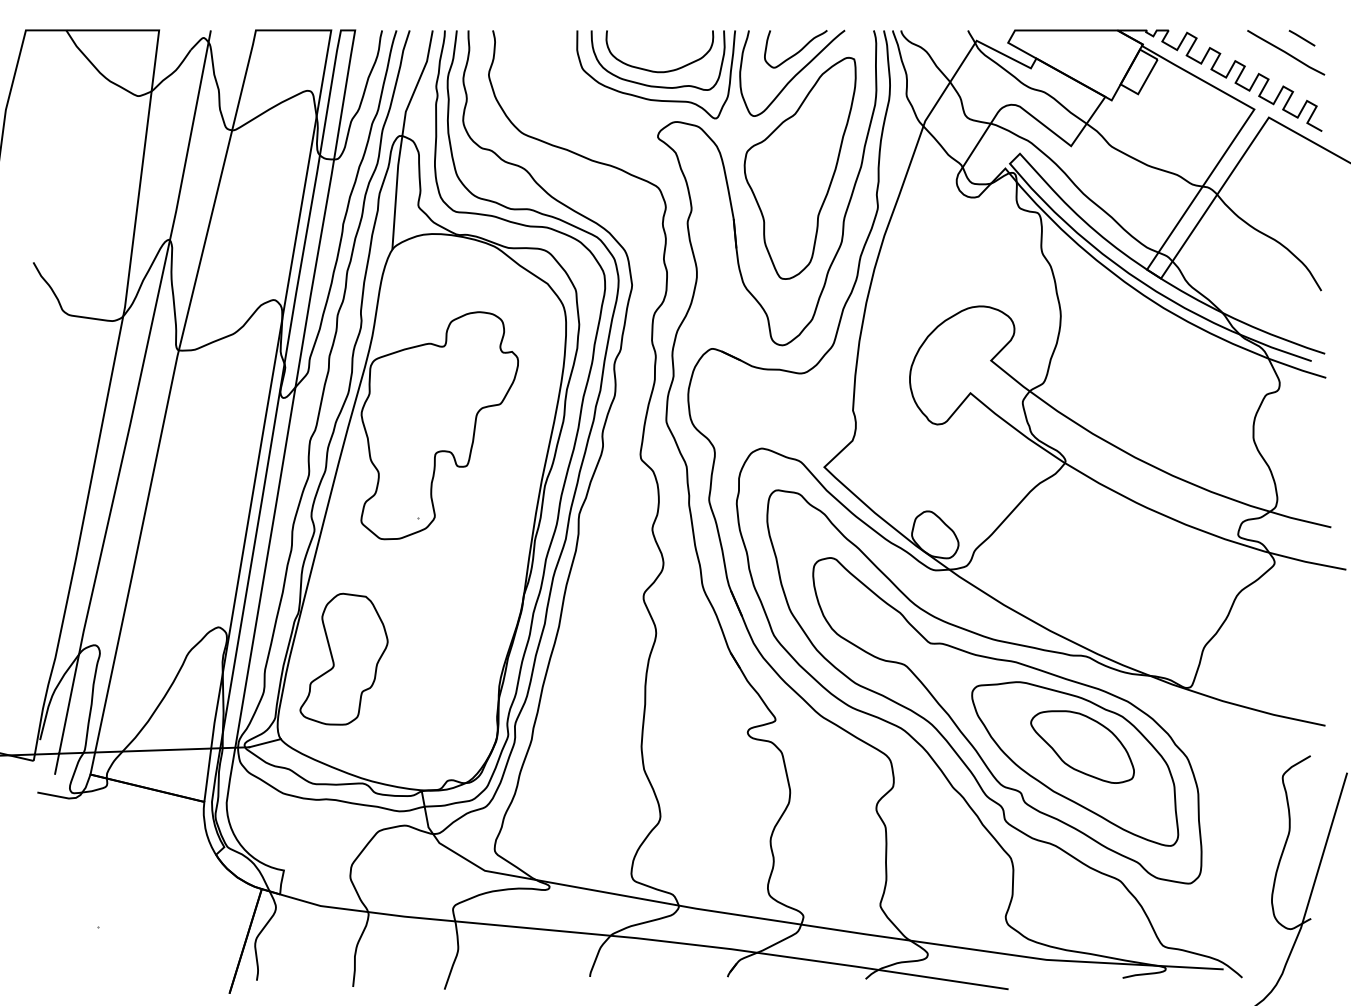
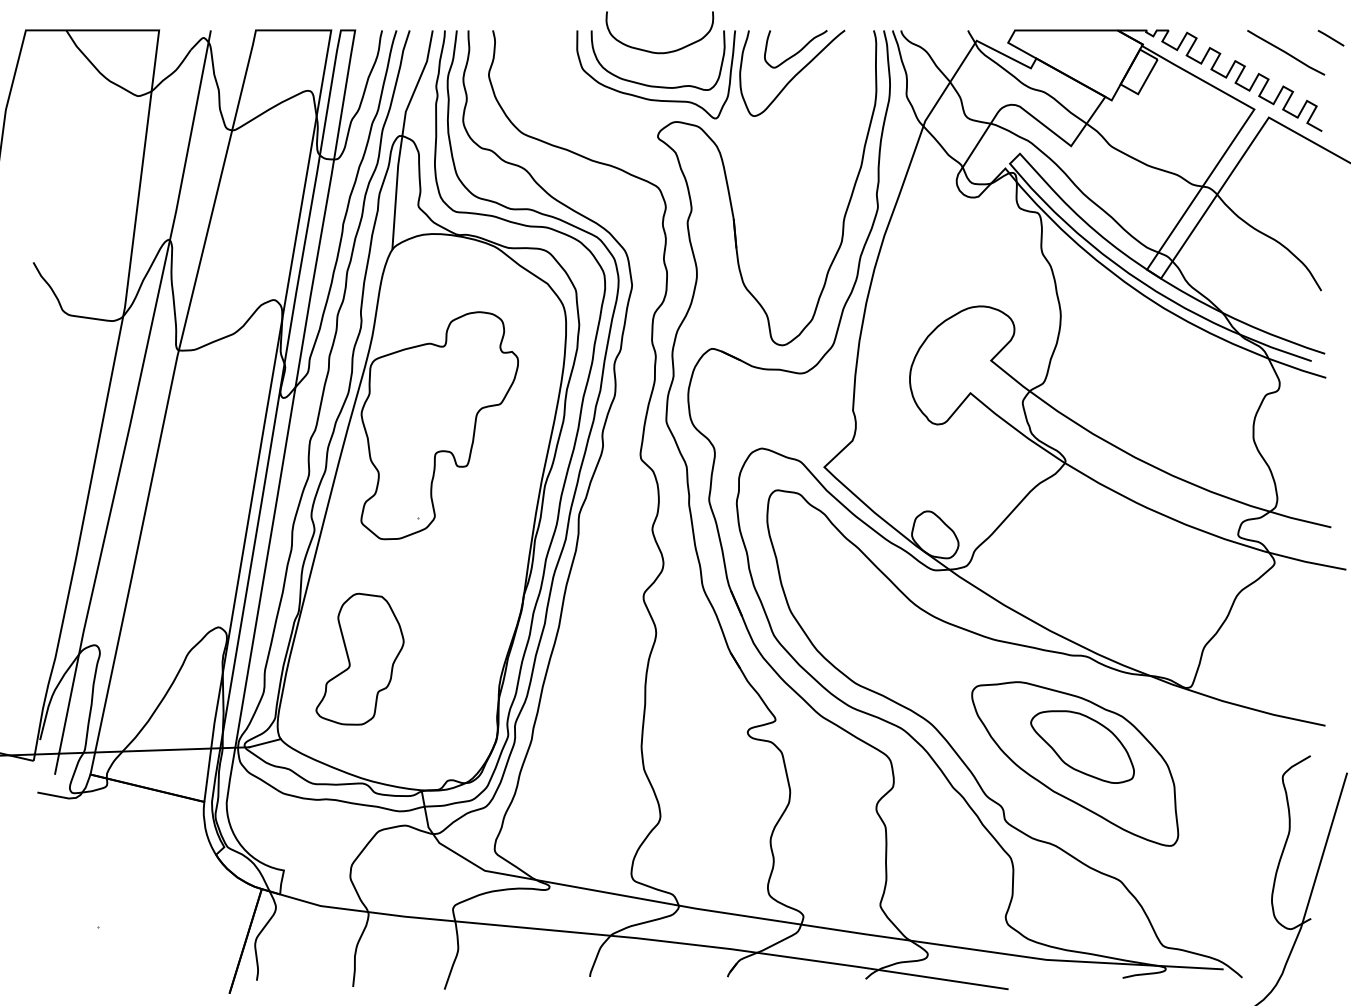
line at (1301, 37) position: (1301, 37) -> (1330, 37)
curve at (653, 70) position: (653, 70) -> (653, 51)
part at (799, 167): present -> none
part at (343, 658) position: (343, 658) -> (359, 658)
part at (1007, 720): present -> none
